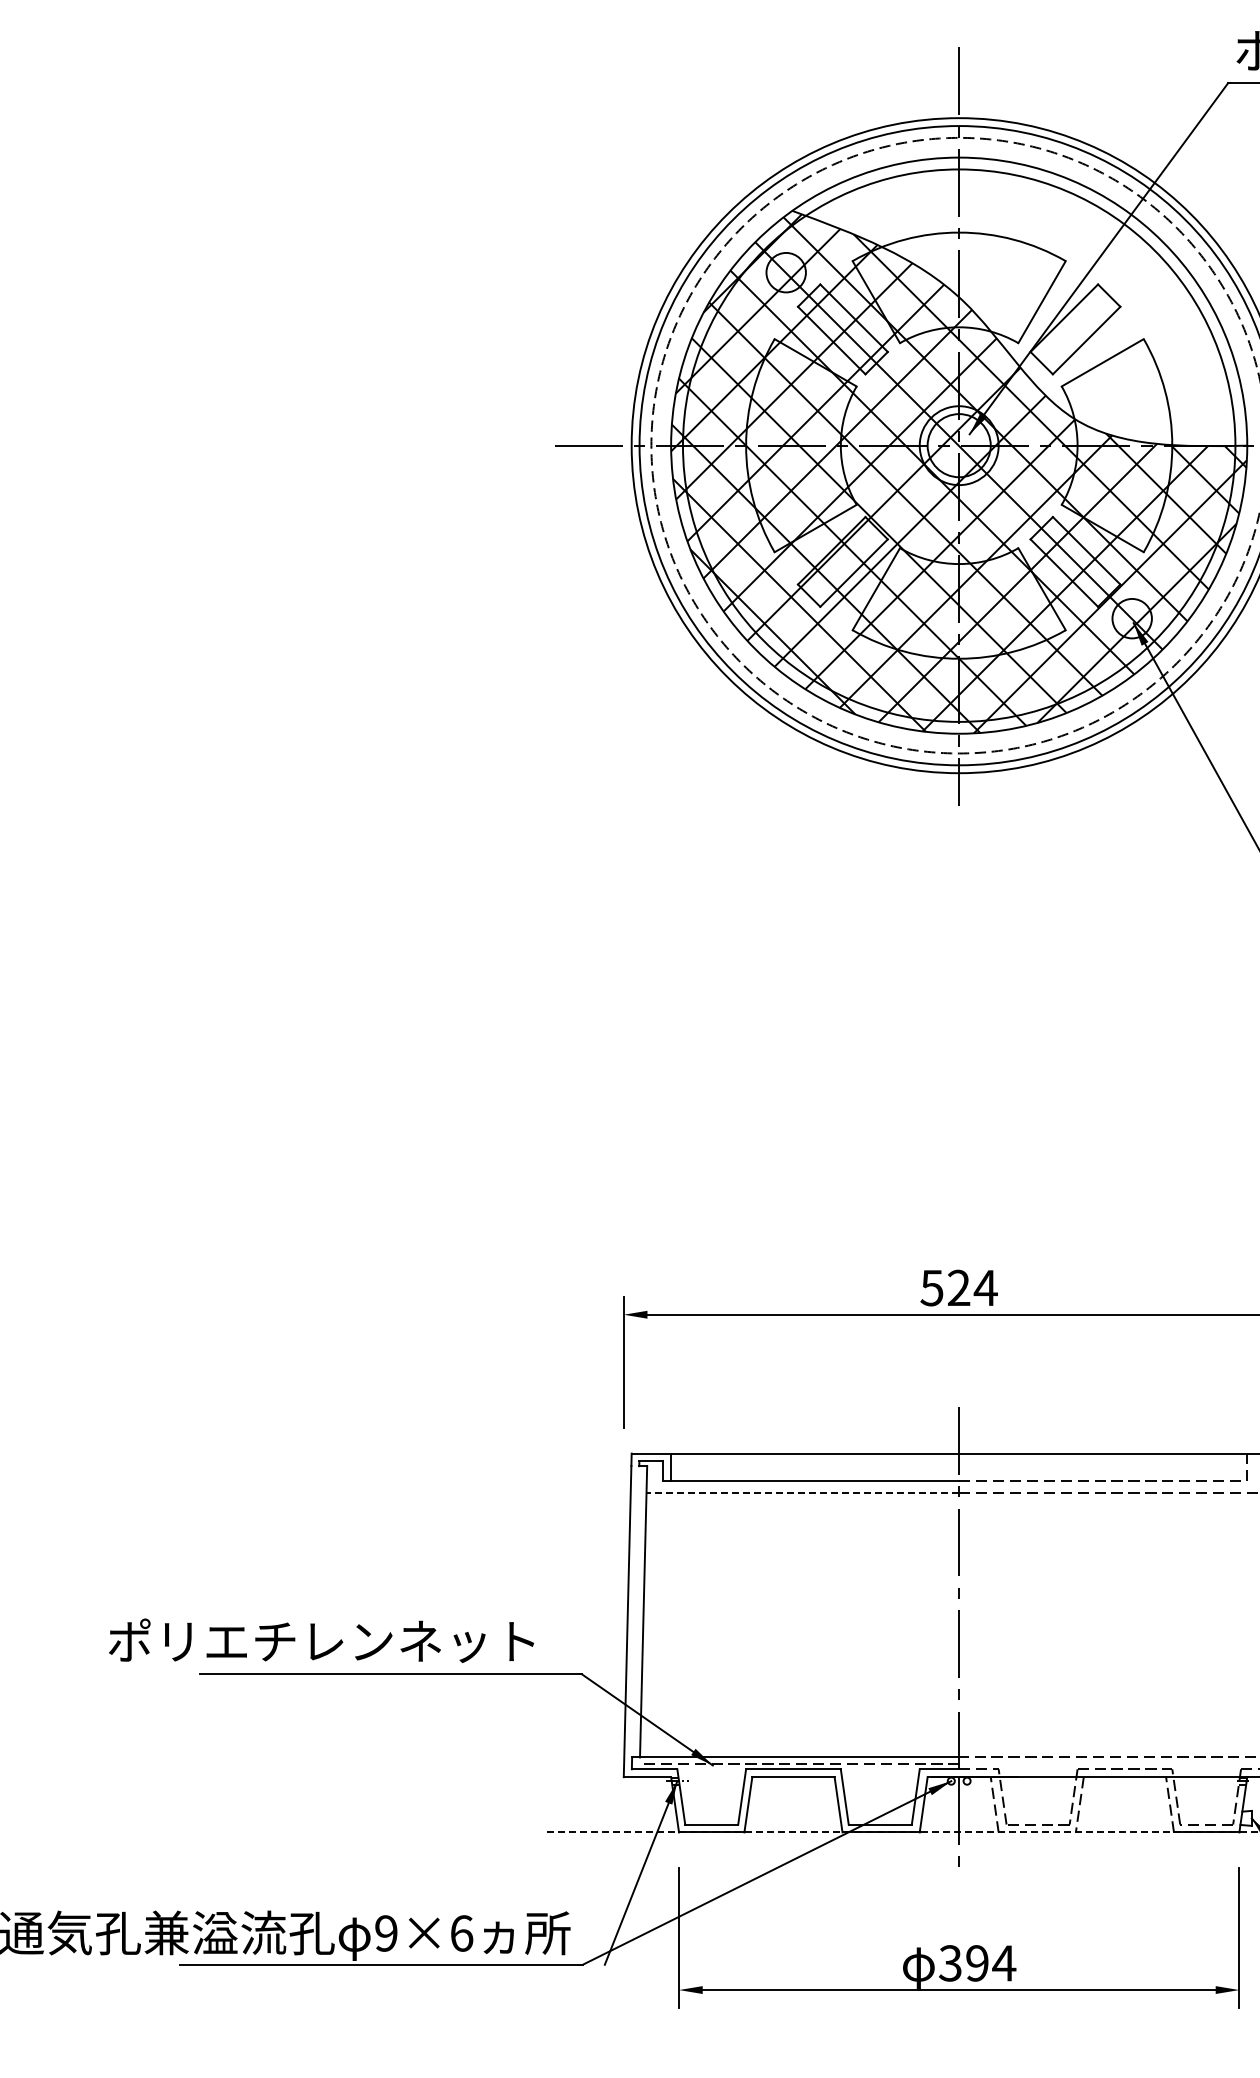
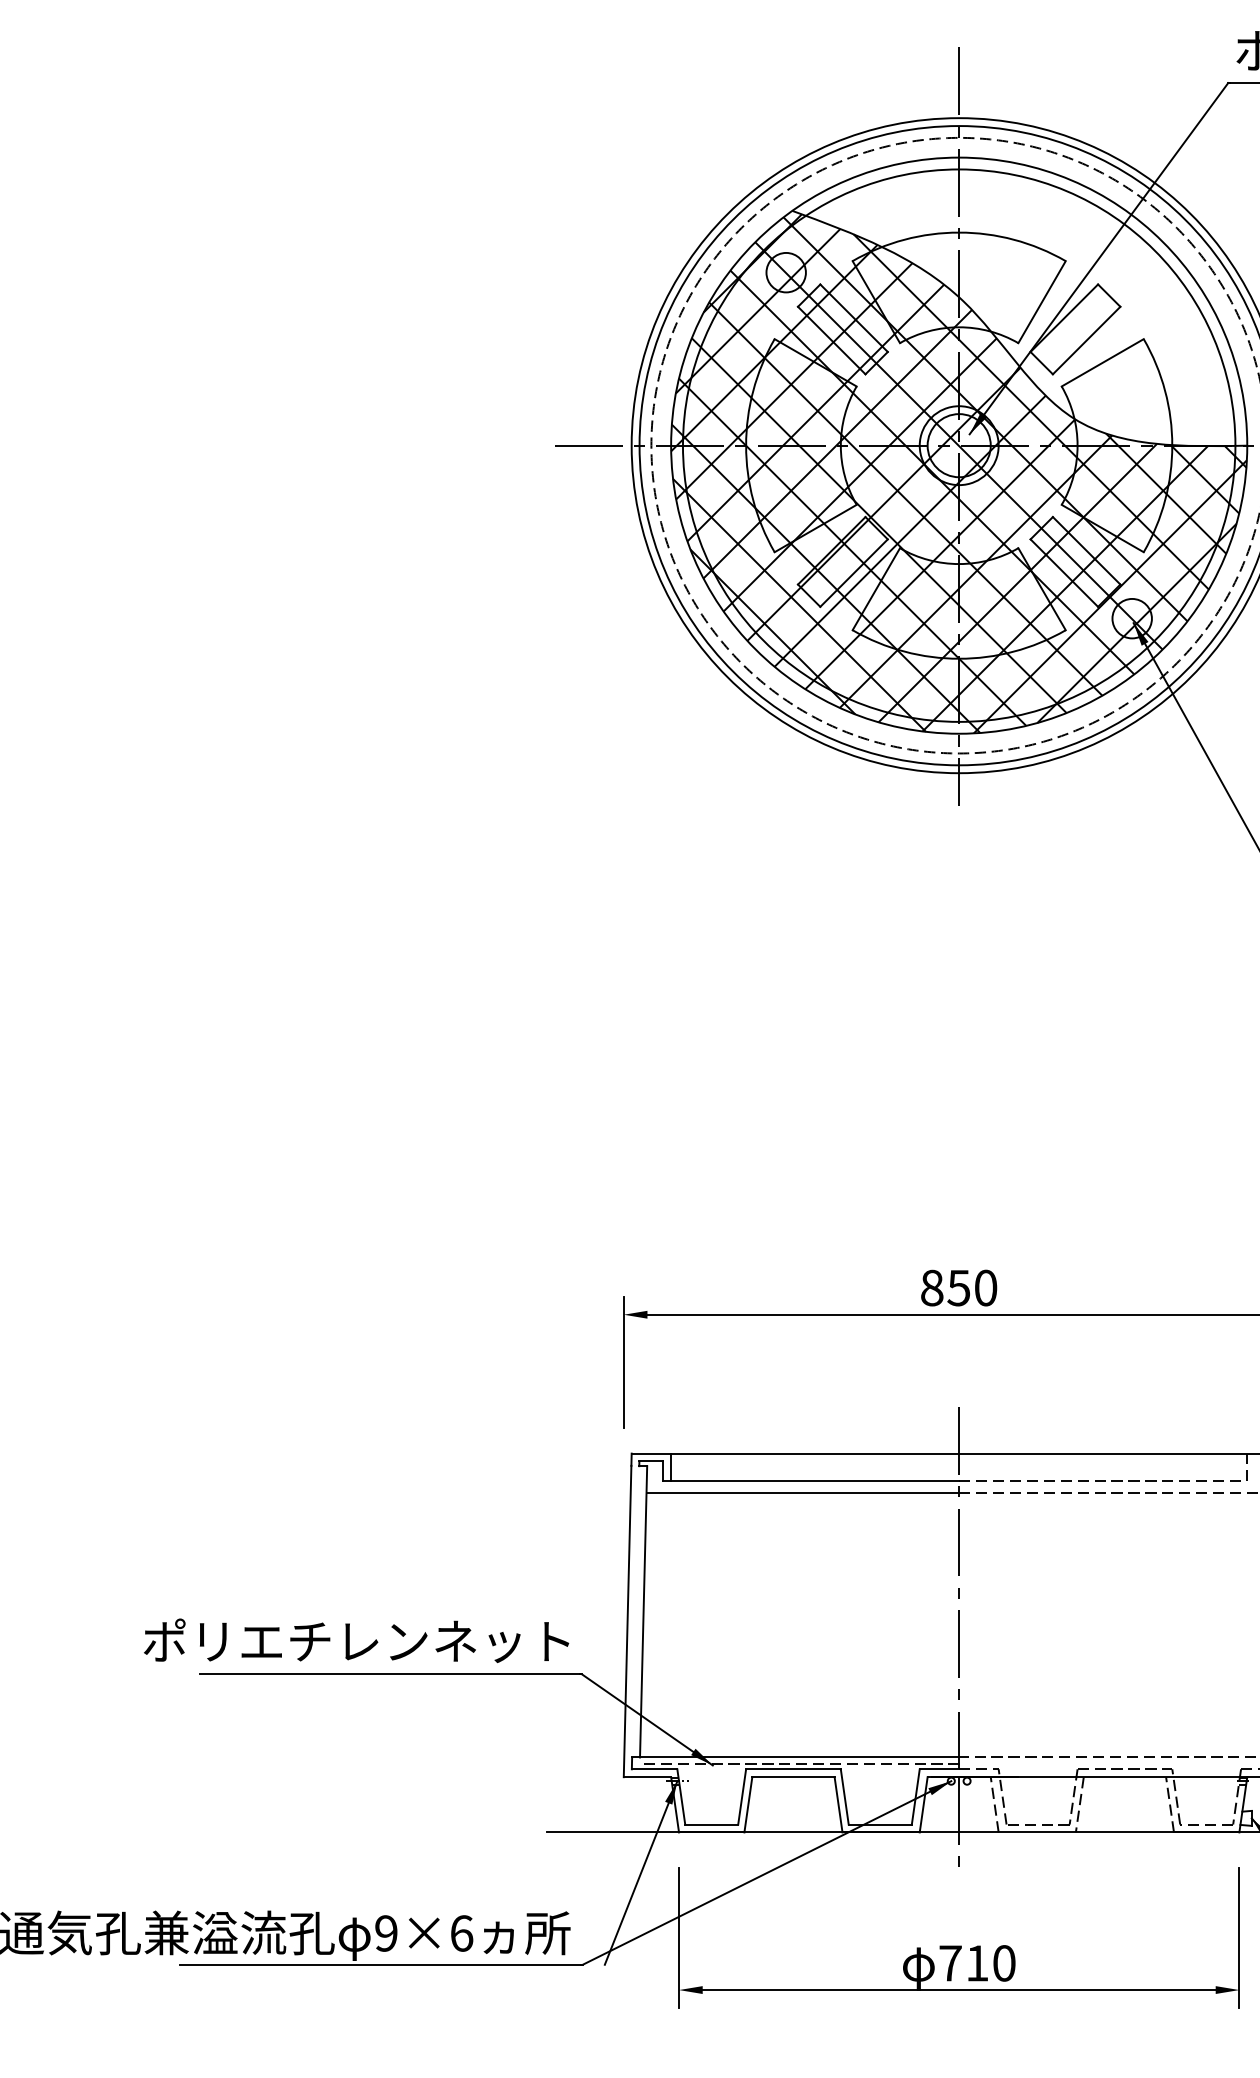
text at (958, 1287): 524 -> 850
line at (802, 1493): dashed -> solid
text at (321, 1640) position: (321, 1640) -> (356, 1640)
line at (903, 1832): dashed -> solid
text at (977, 1963): 394 -> 710
